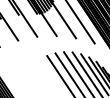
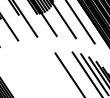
line at (77, 72): present -> none
line at (59, 74): present -> none
